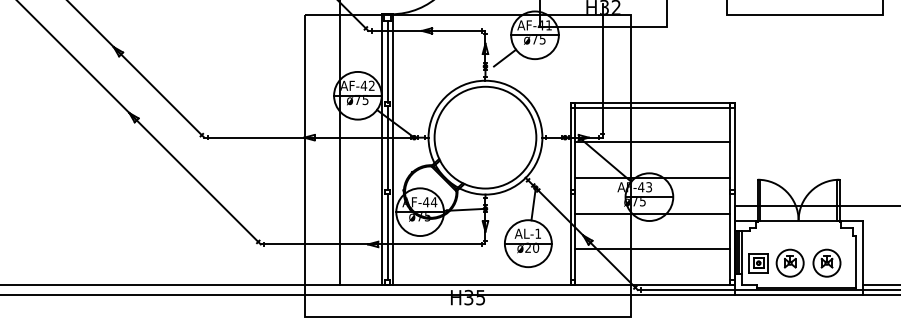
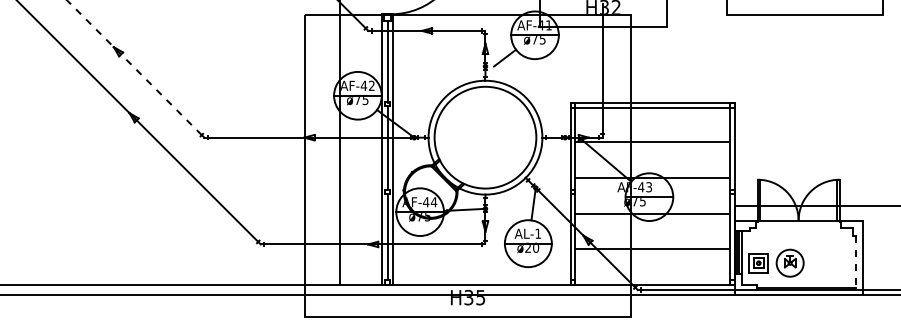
line at (133, 67): solid -> dashed
part at (826, 262): present -> none
line at (855, 262): solid -> dashed
line at (879, 284): present -> none
